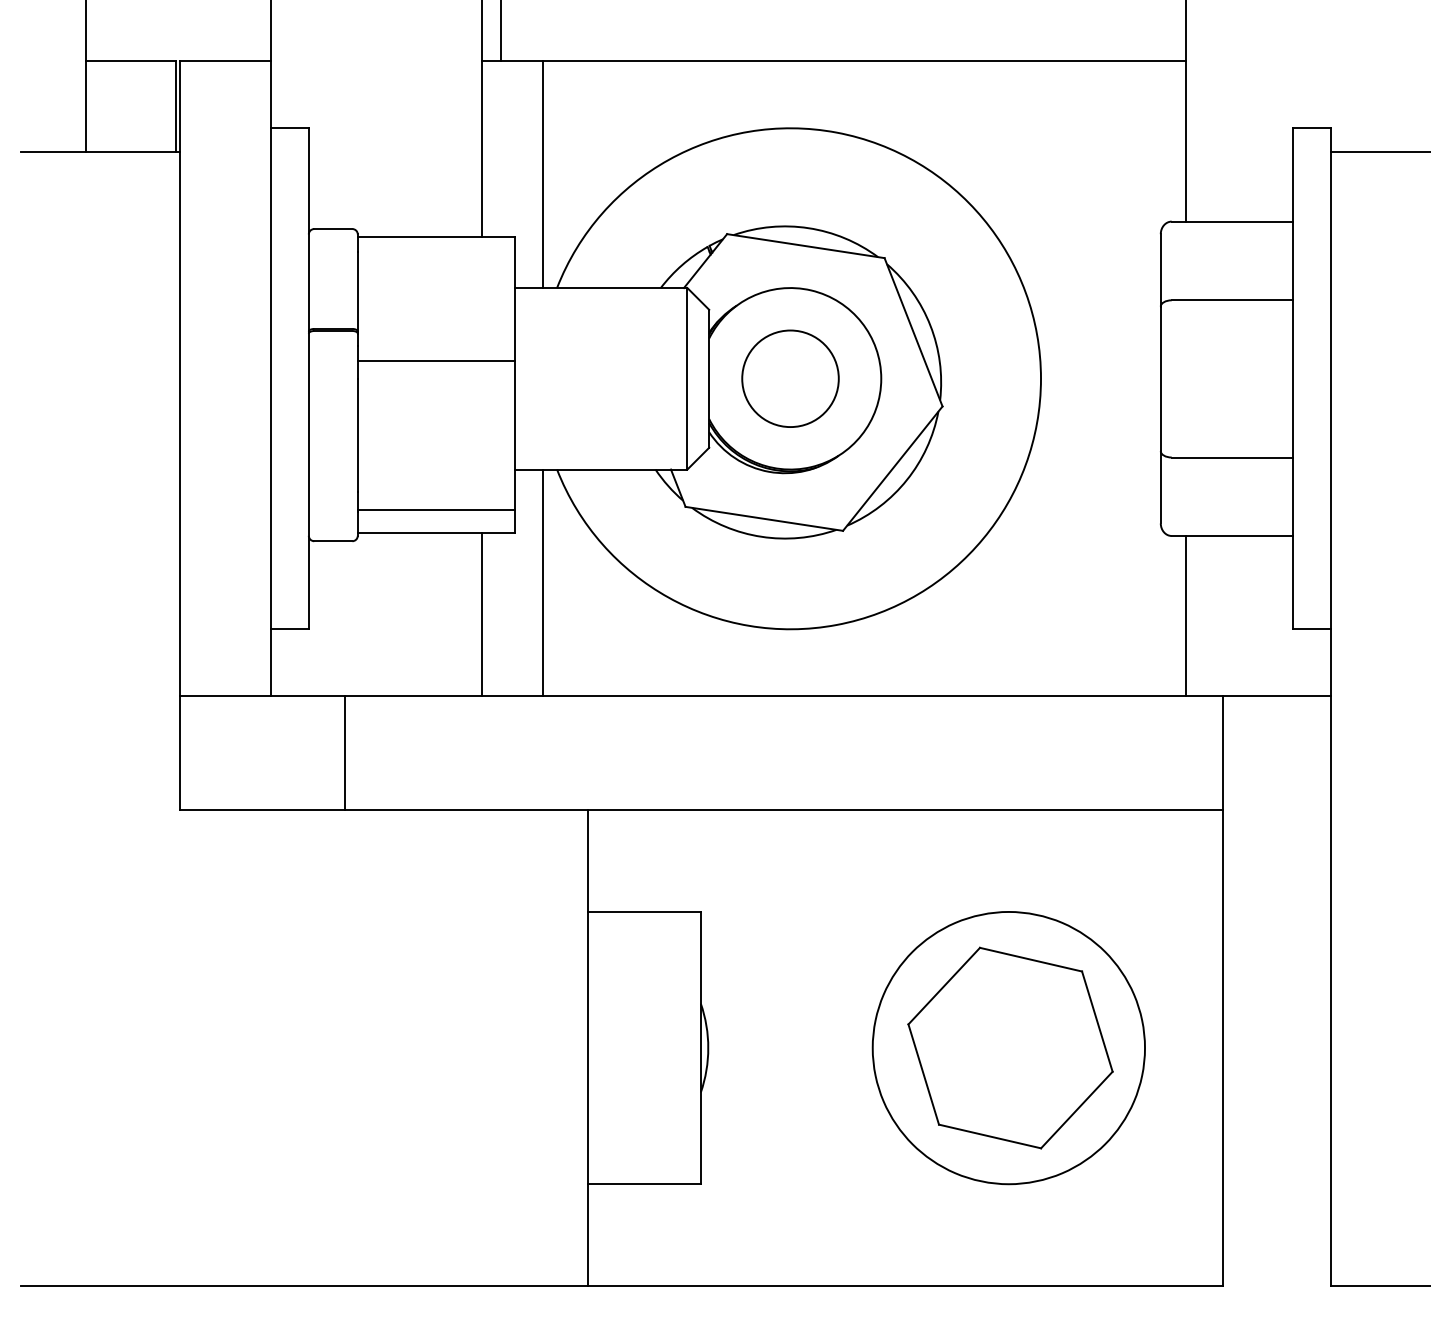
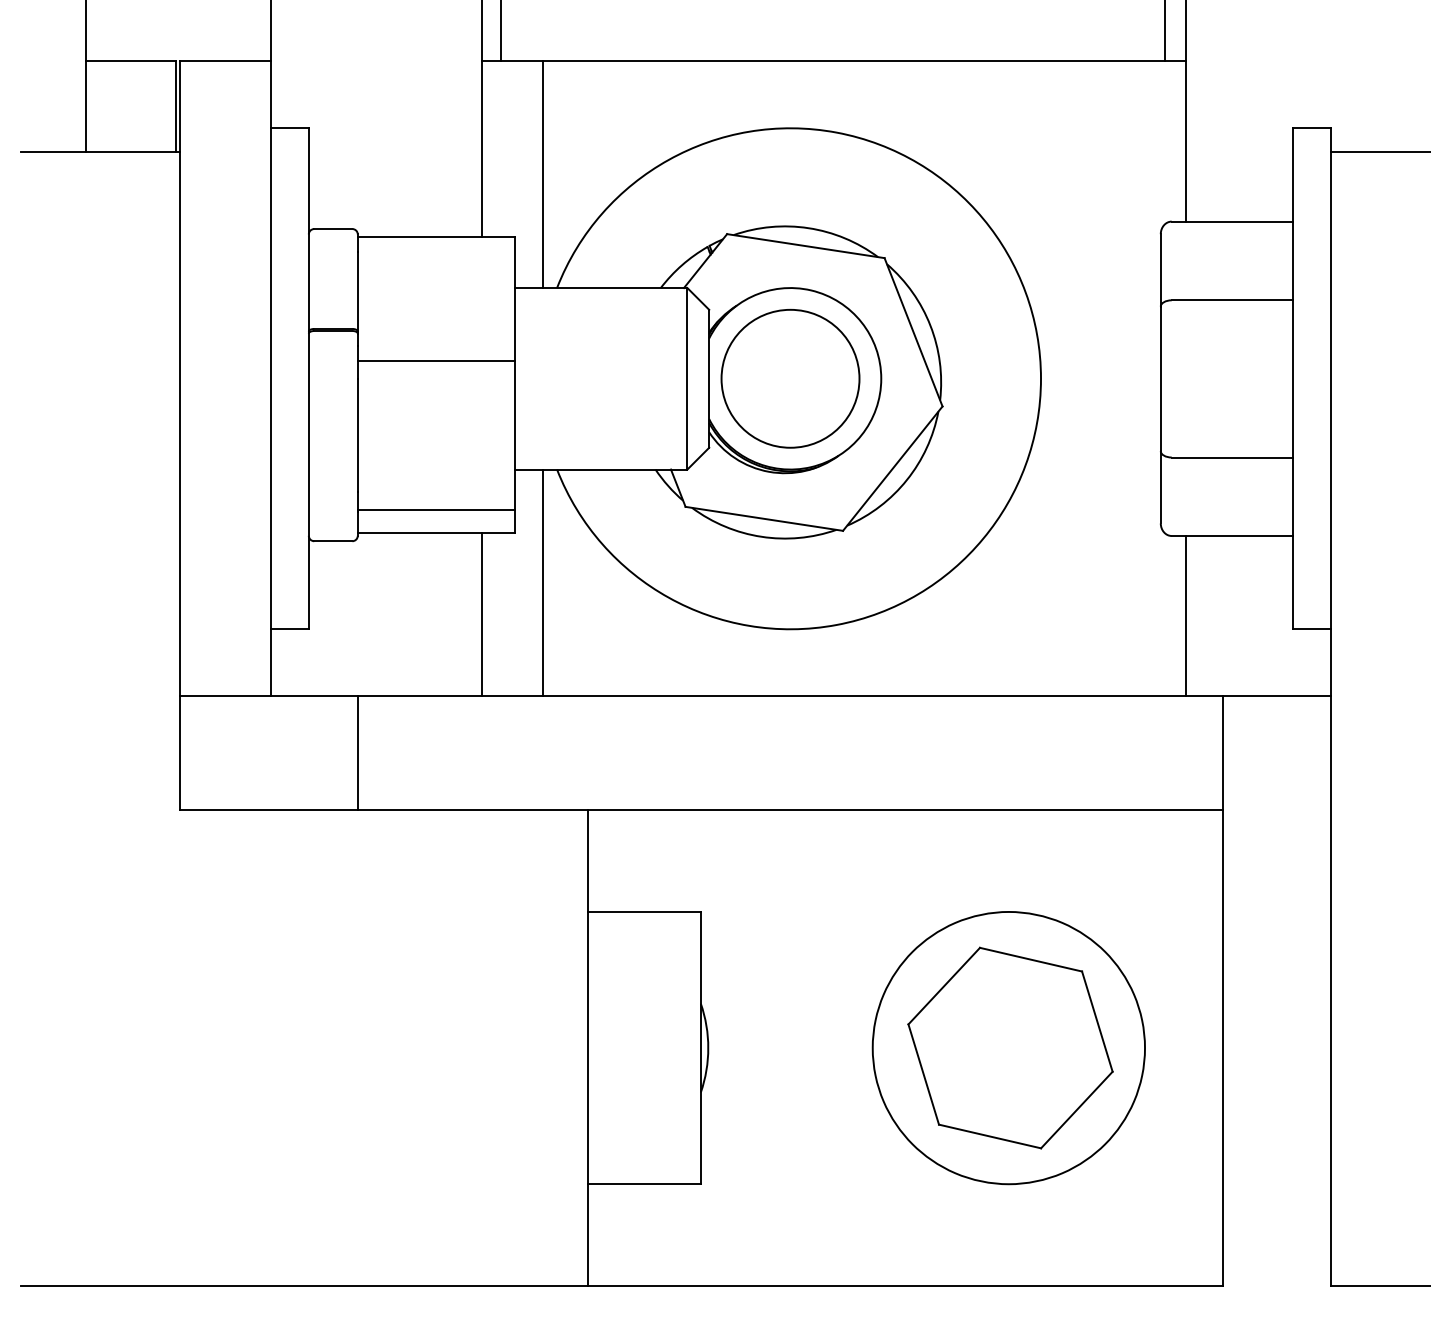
line at (1165, 31): none -> present
circle at (790, 378) diameter: 97 px -> 138 px
line at (344, 752) position: (344, 752) -> (357, 752)
